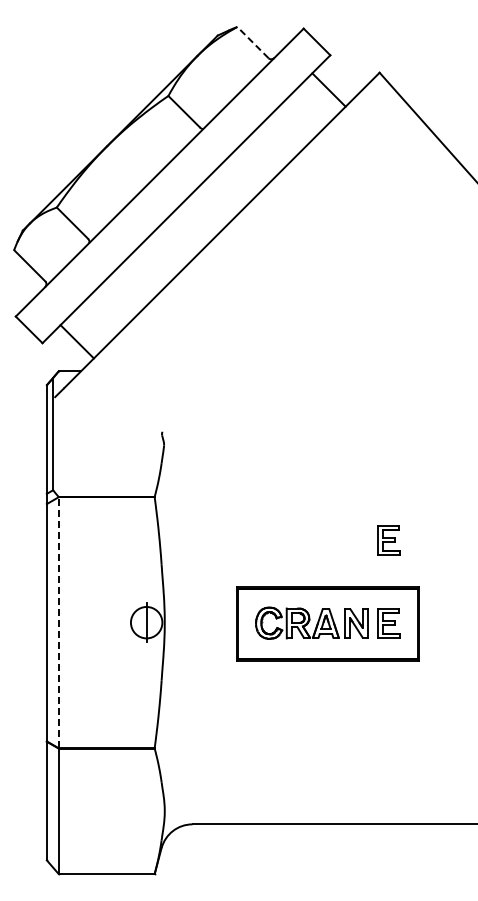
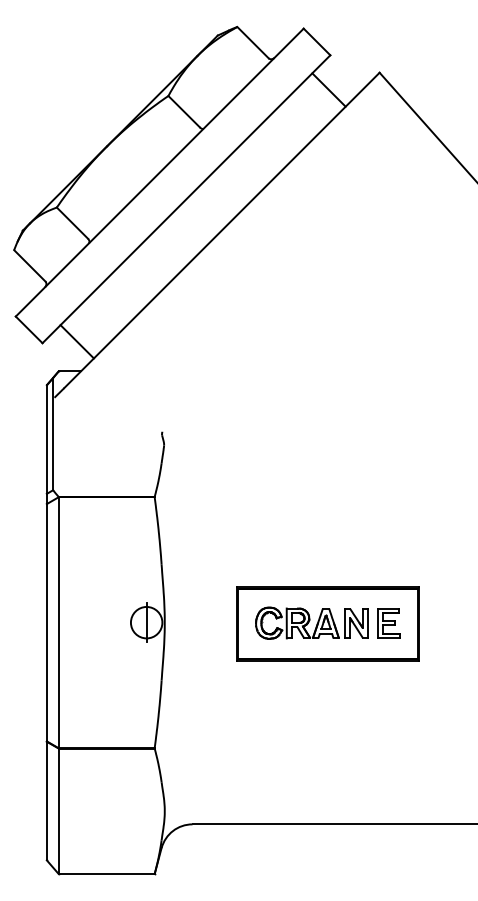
line at (252, 42): dashed -> solid
part at (388, 540): present -> none
line at (58, 622): dashed -> solid
